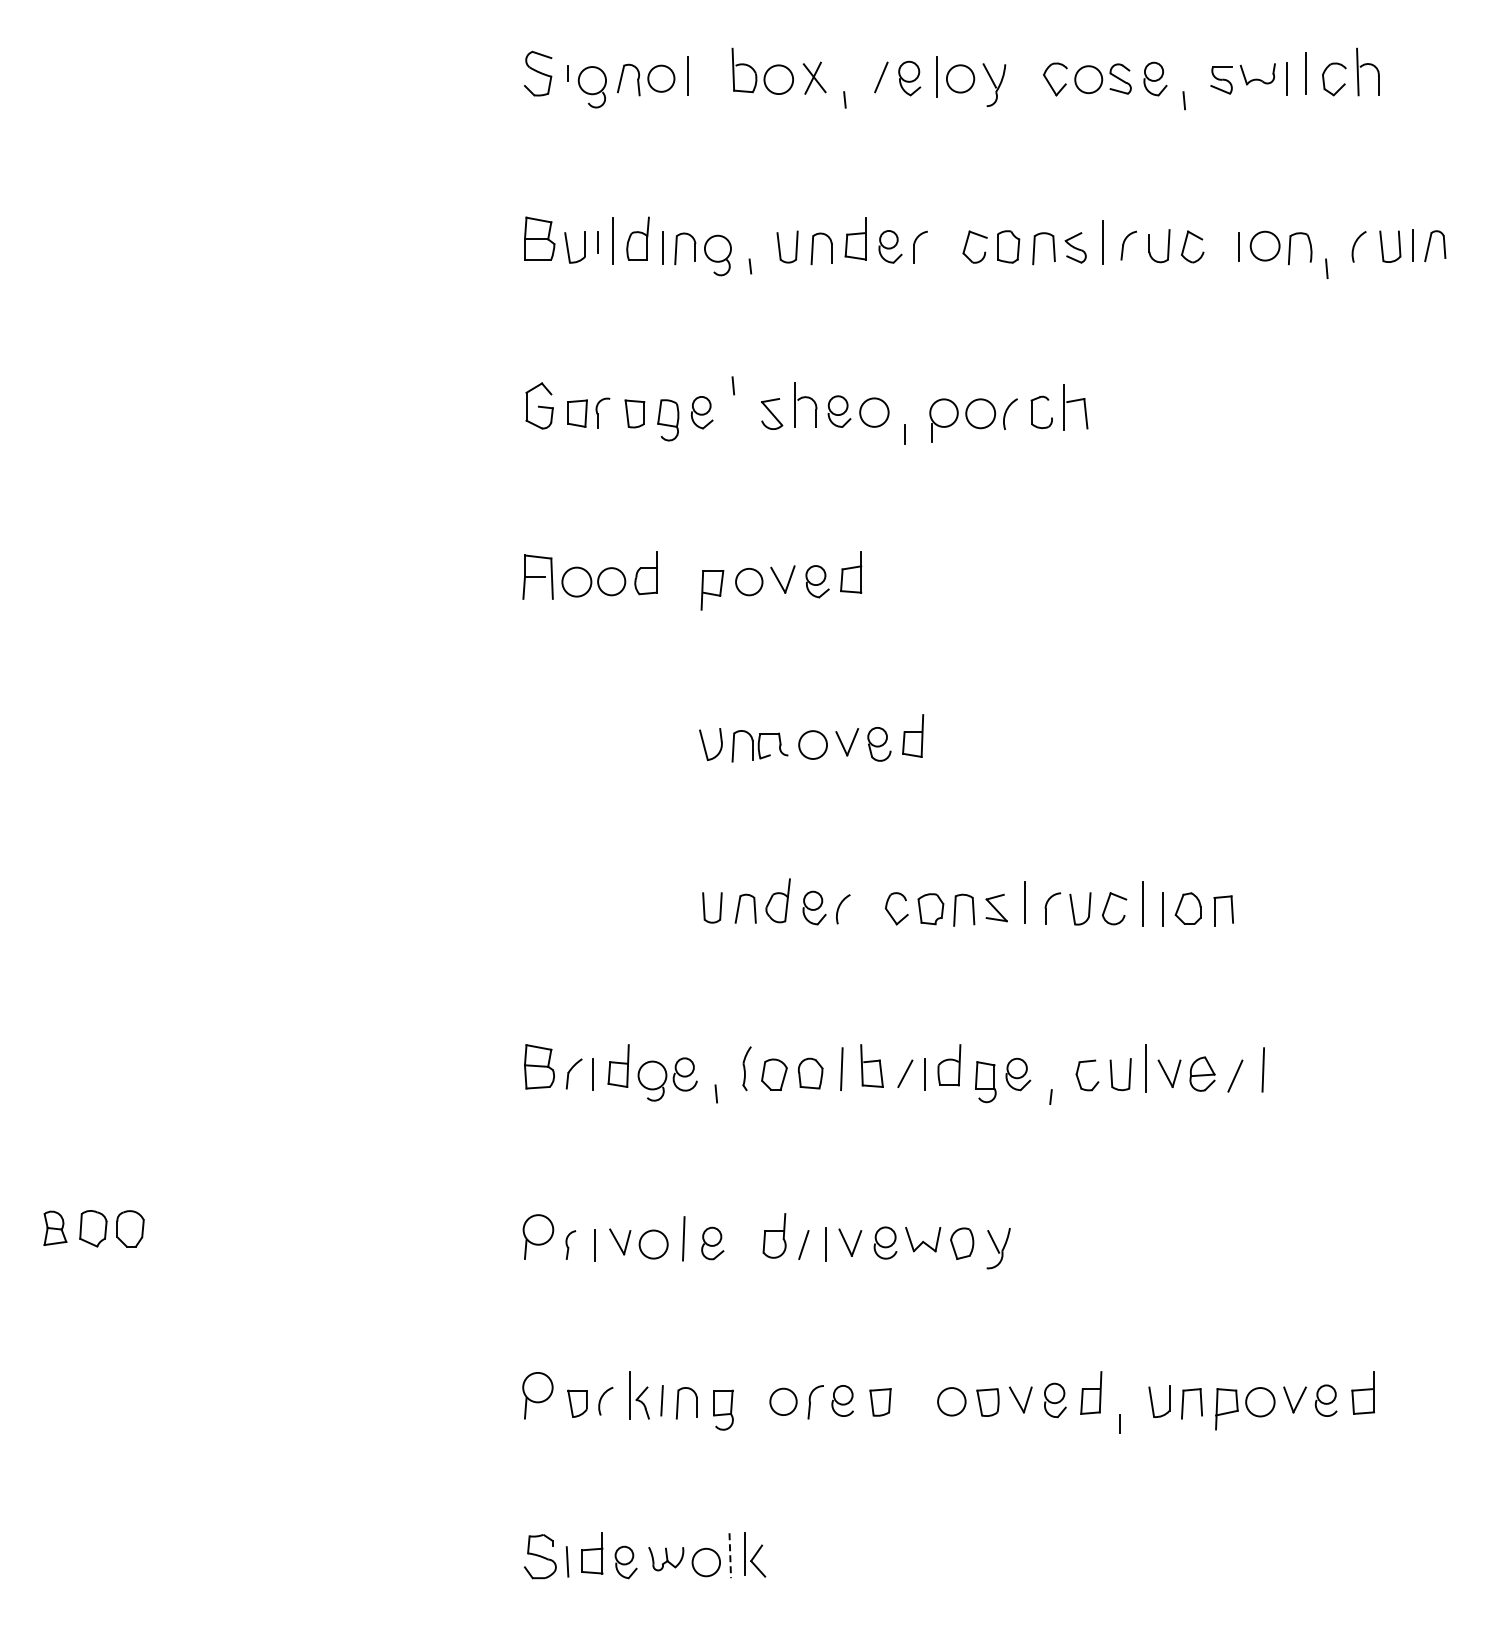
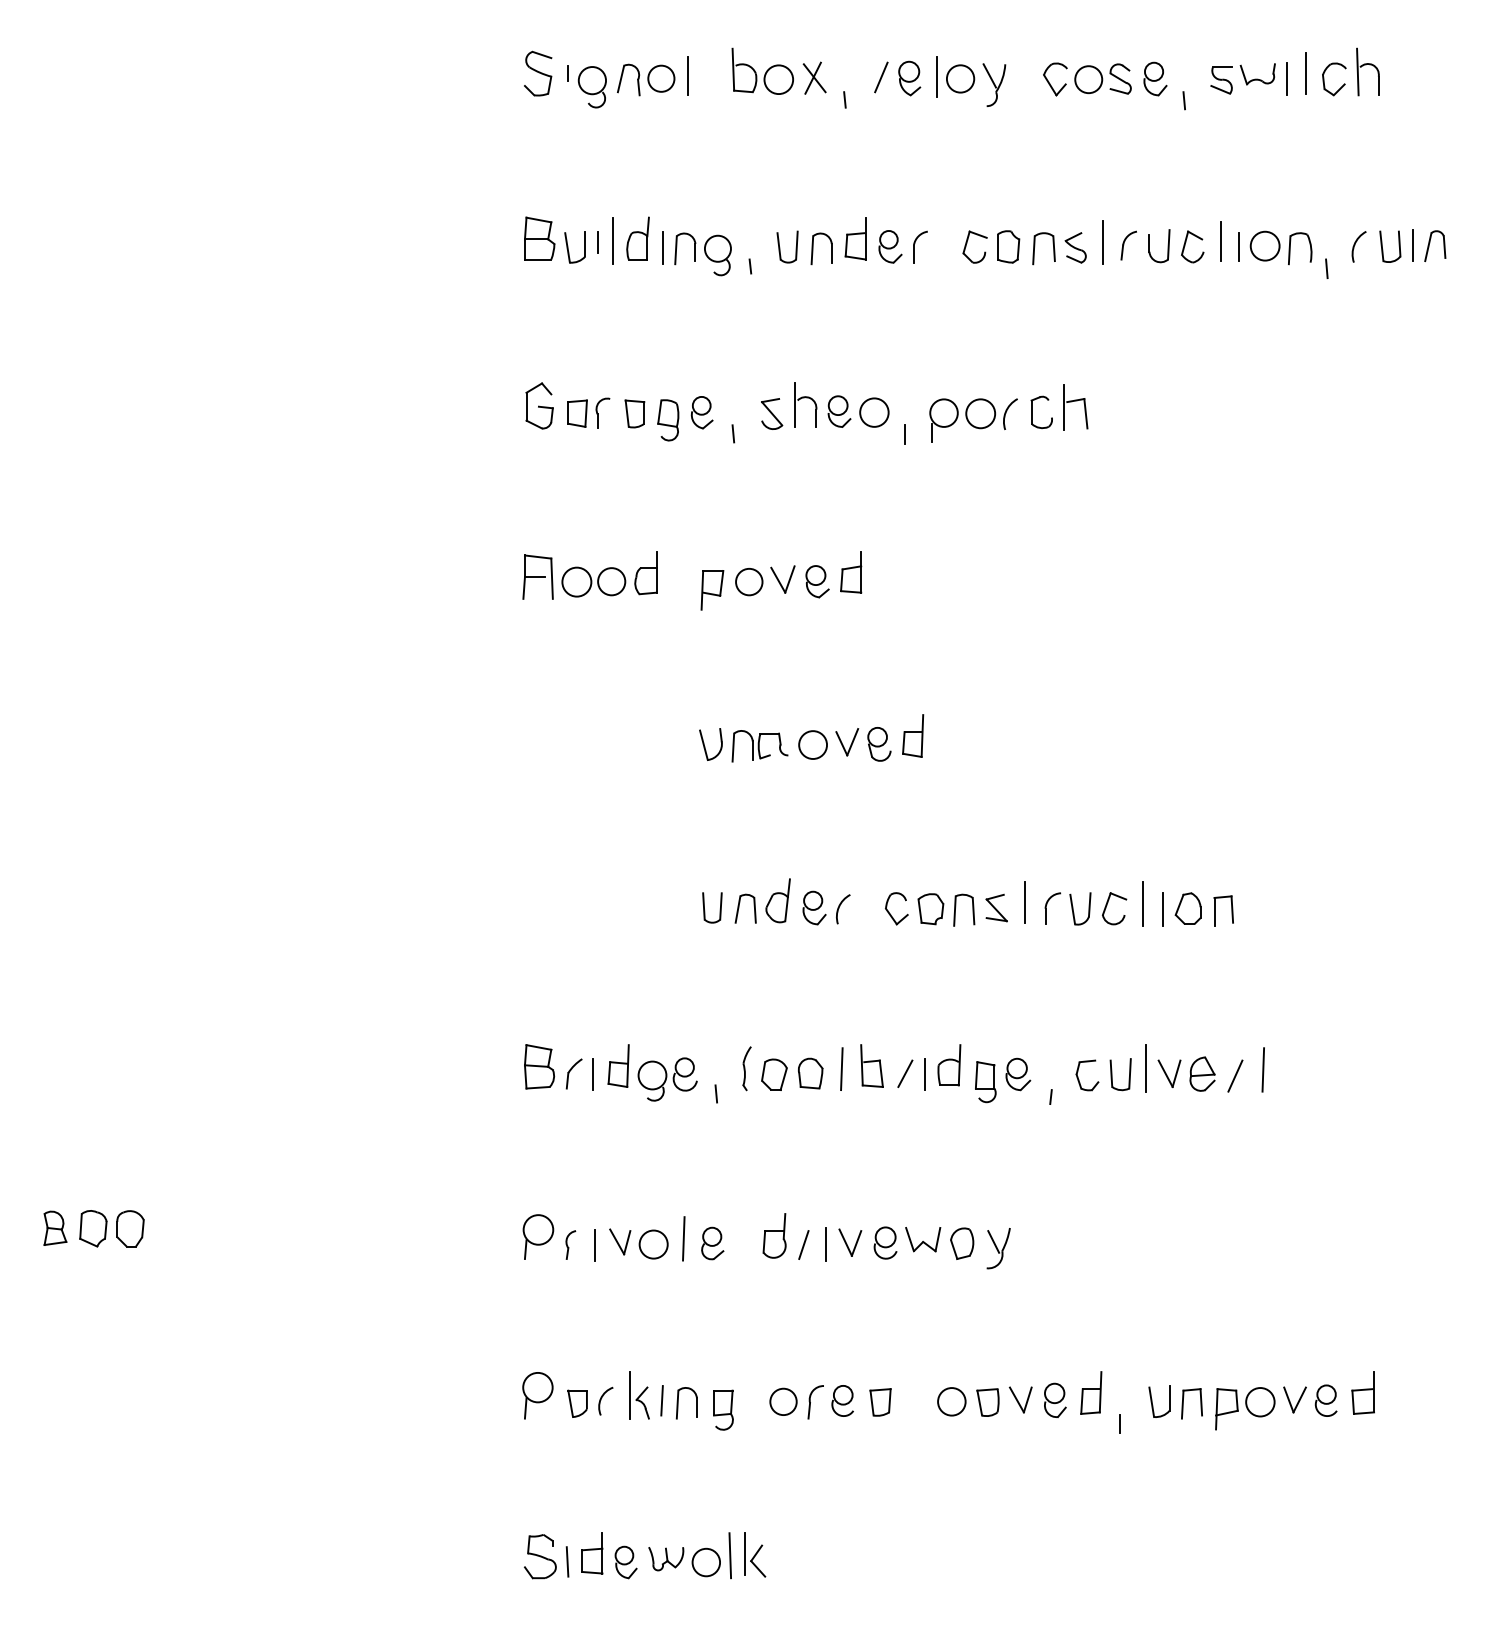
line at (1220, 241): none -> present
line at (733, 385) position: (733, 385) -> (733, 433)
line at (730, 1556): dashed -> solid
